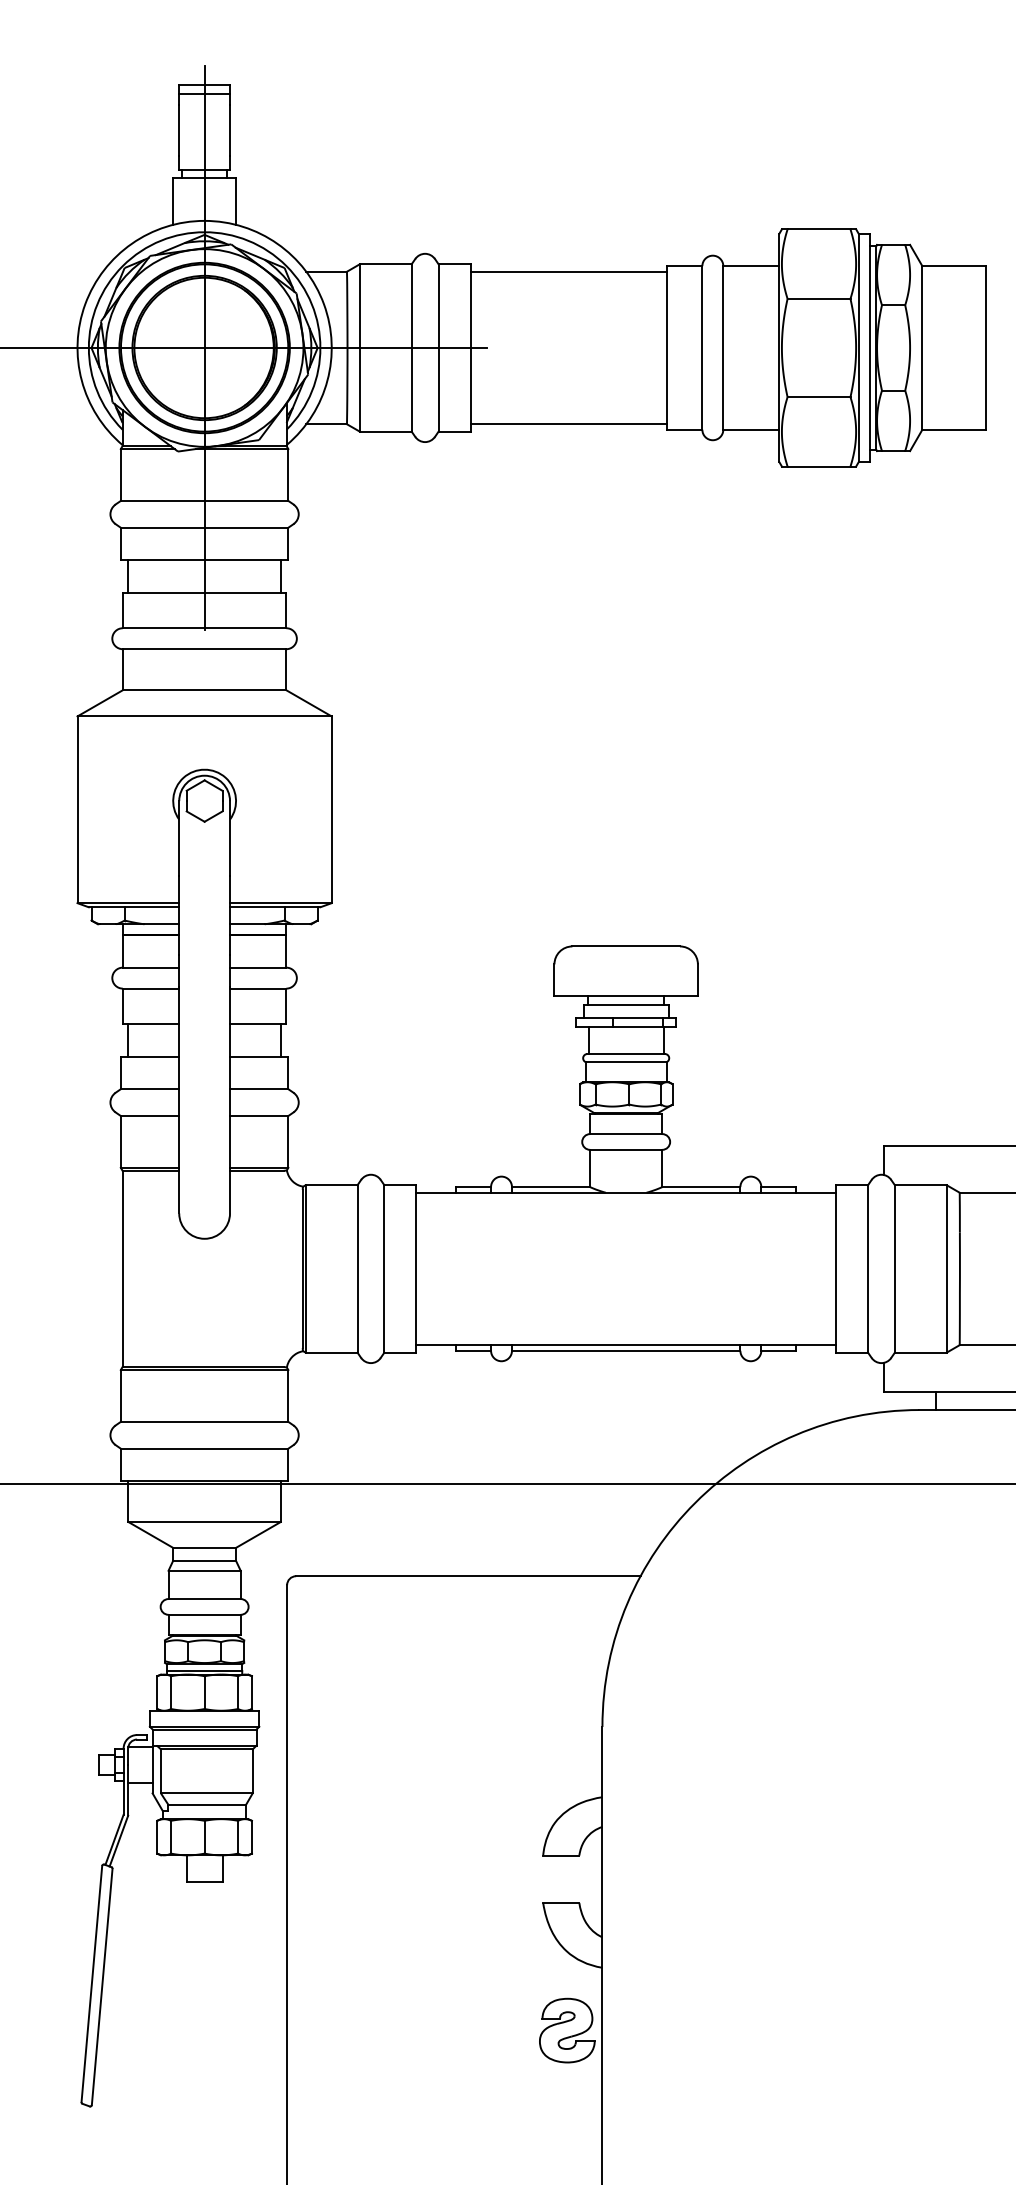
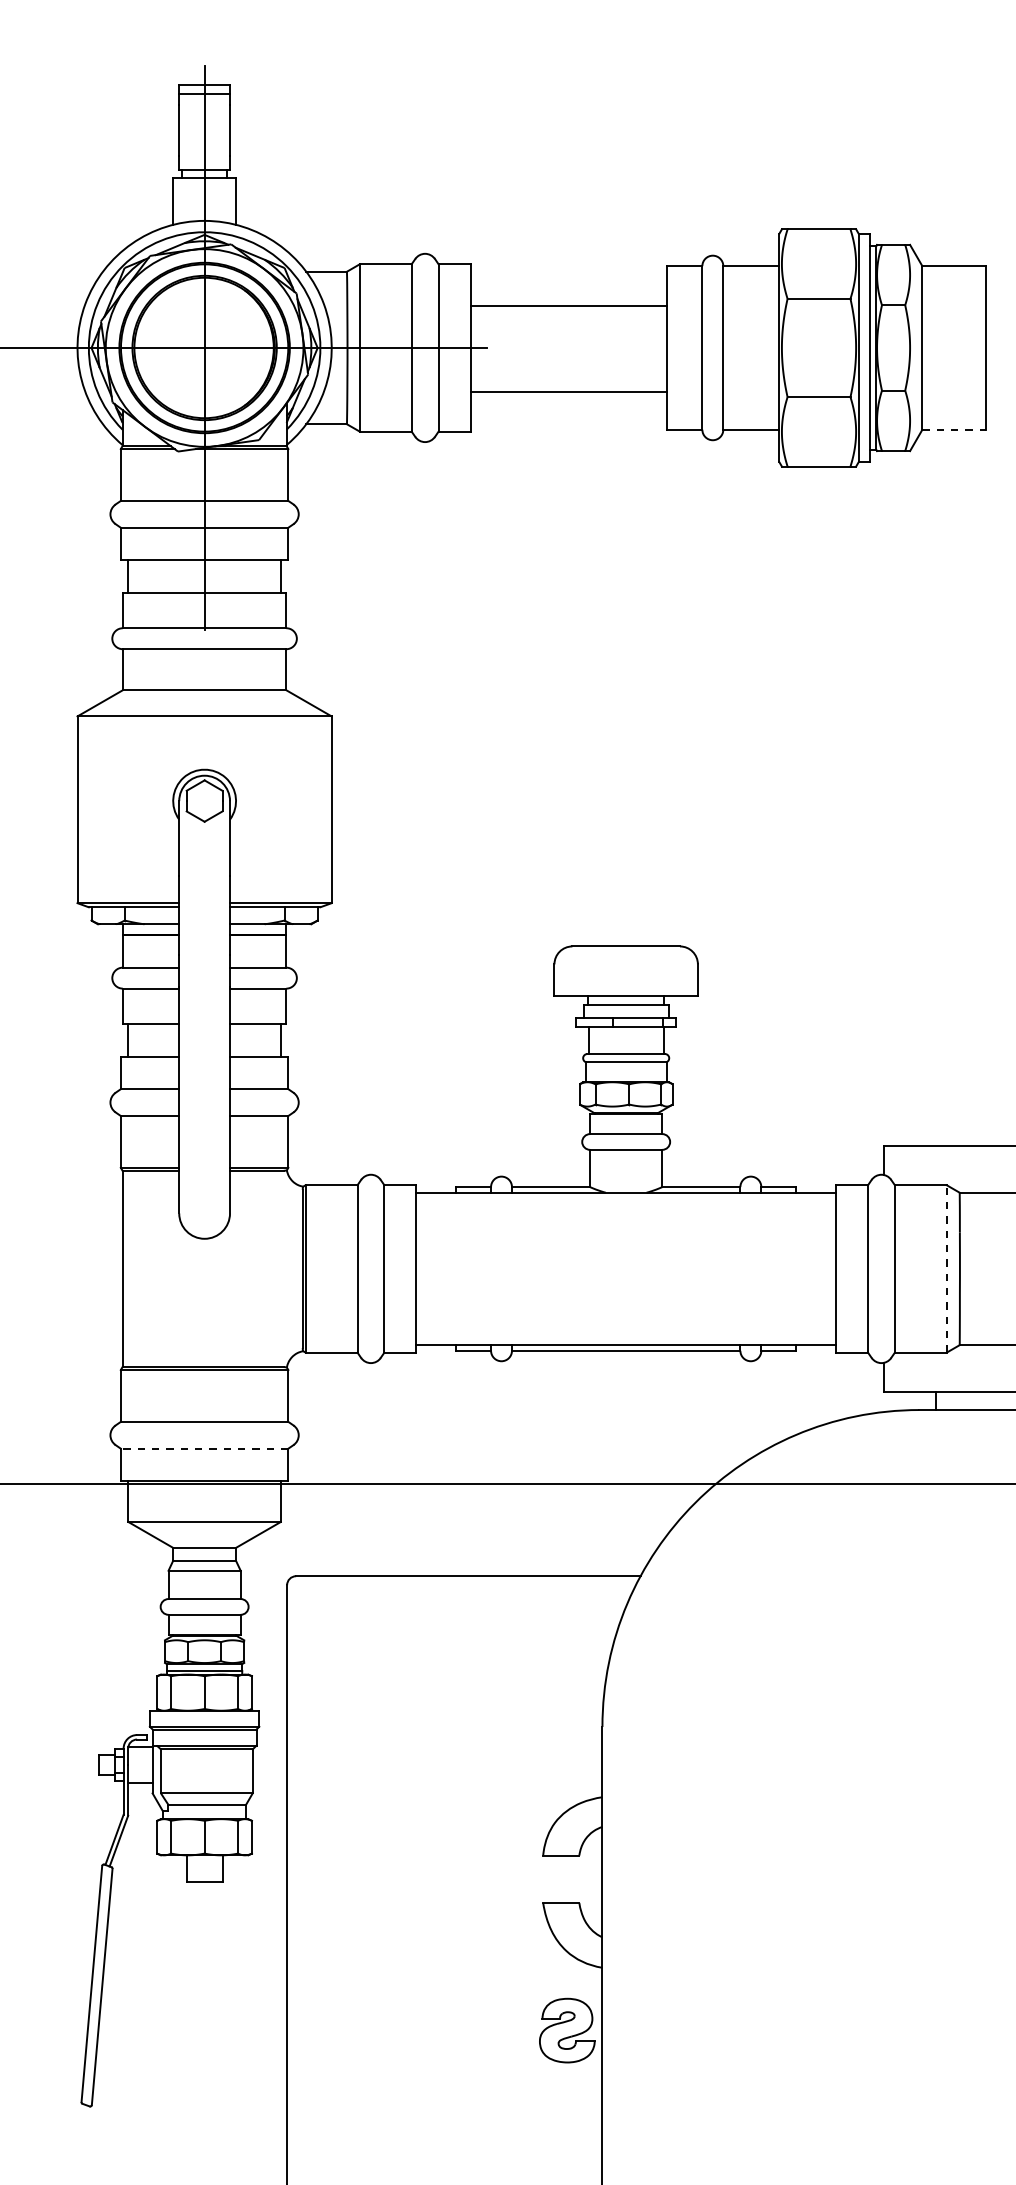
line at (568, 271) position: (568, 271) -> (568, 305)
line at (568, 424) position: (568, 424) -> (568, 392)
line at (953, 429): solid -> dashed
line at (946, 1268): solid -> dashed
line at (204, 1448): solid -> dashed
